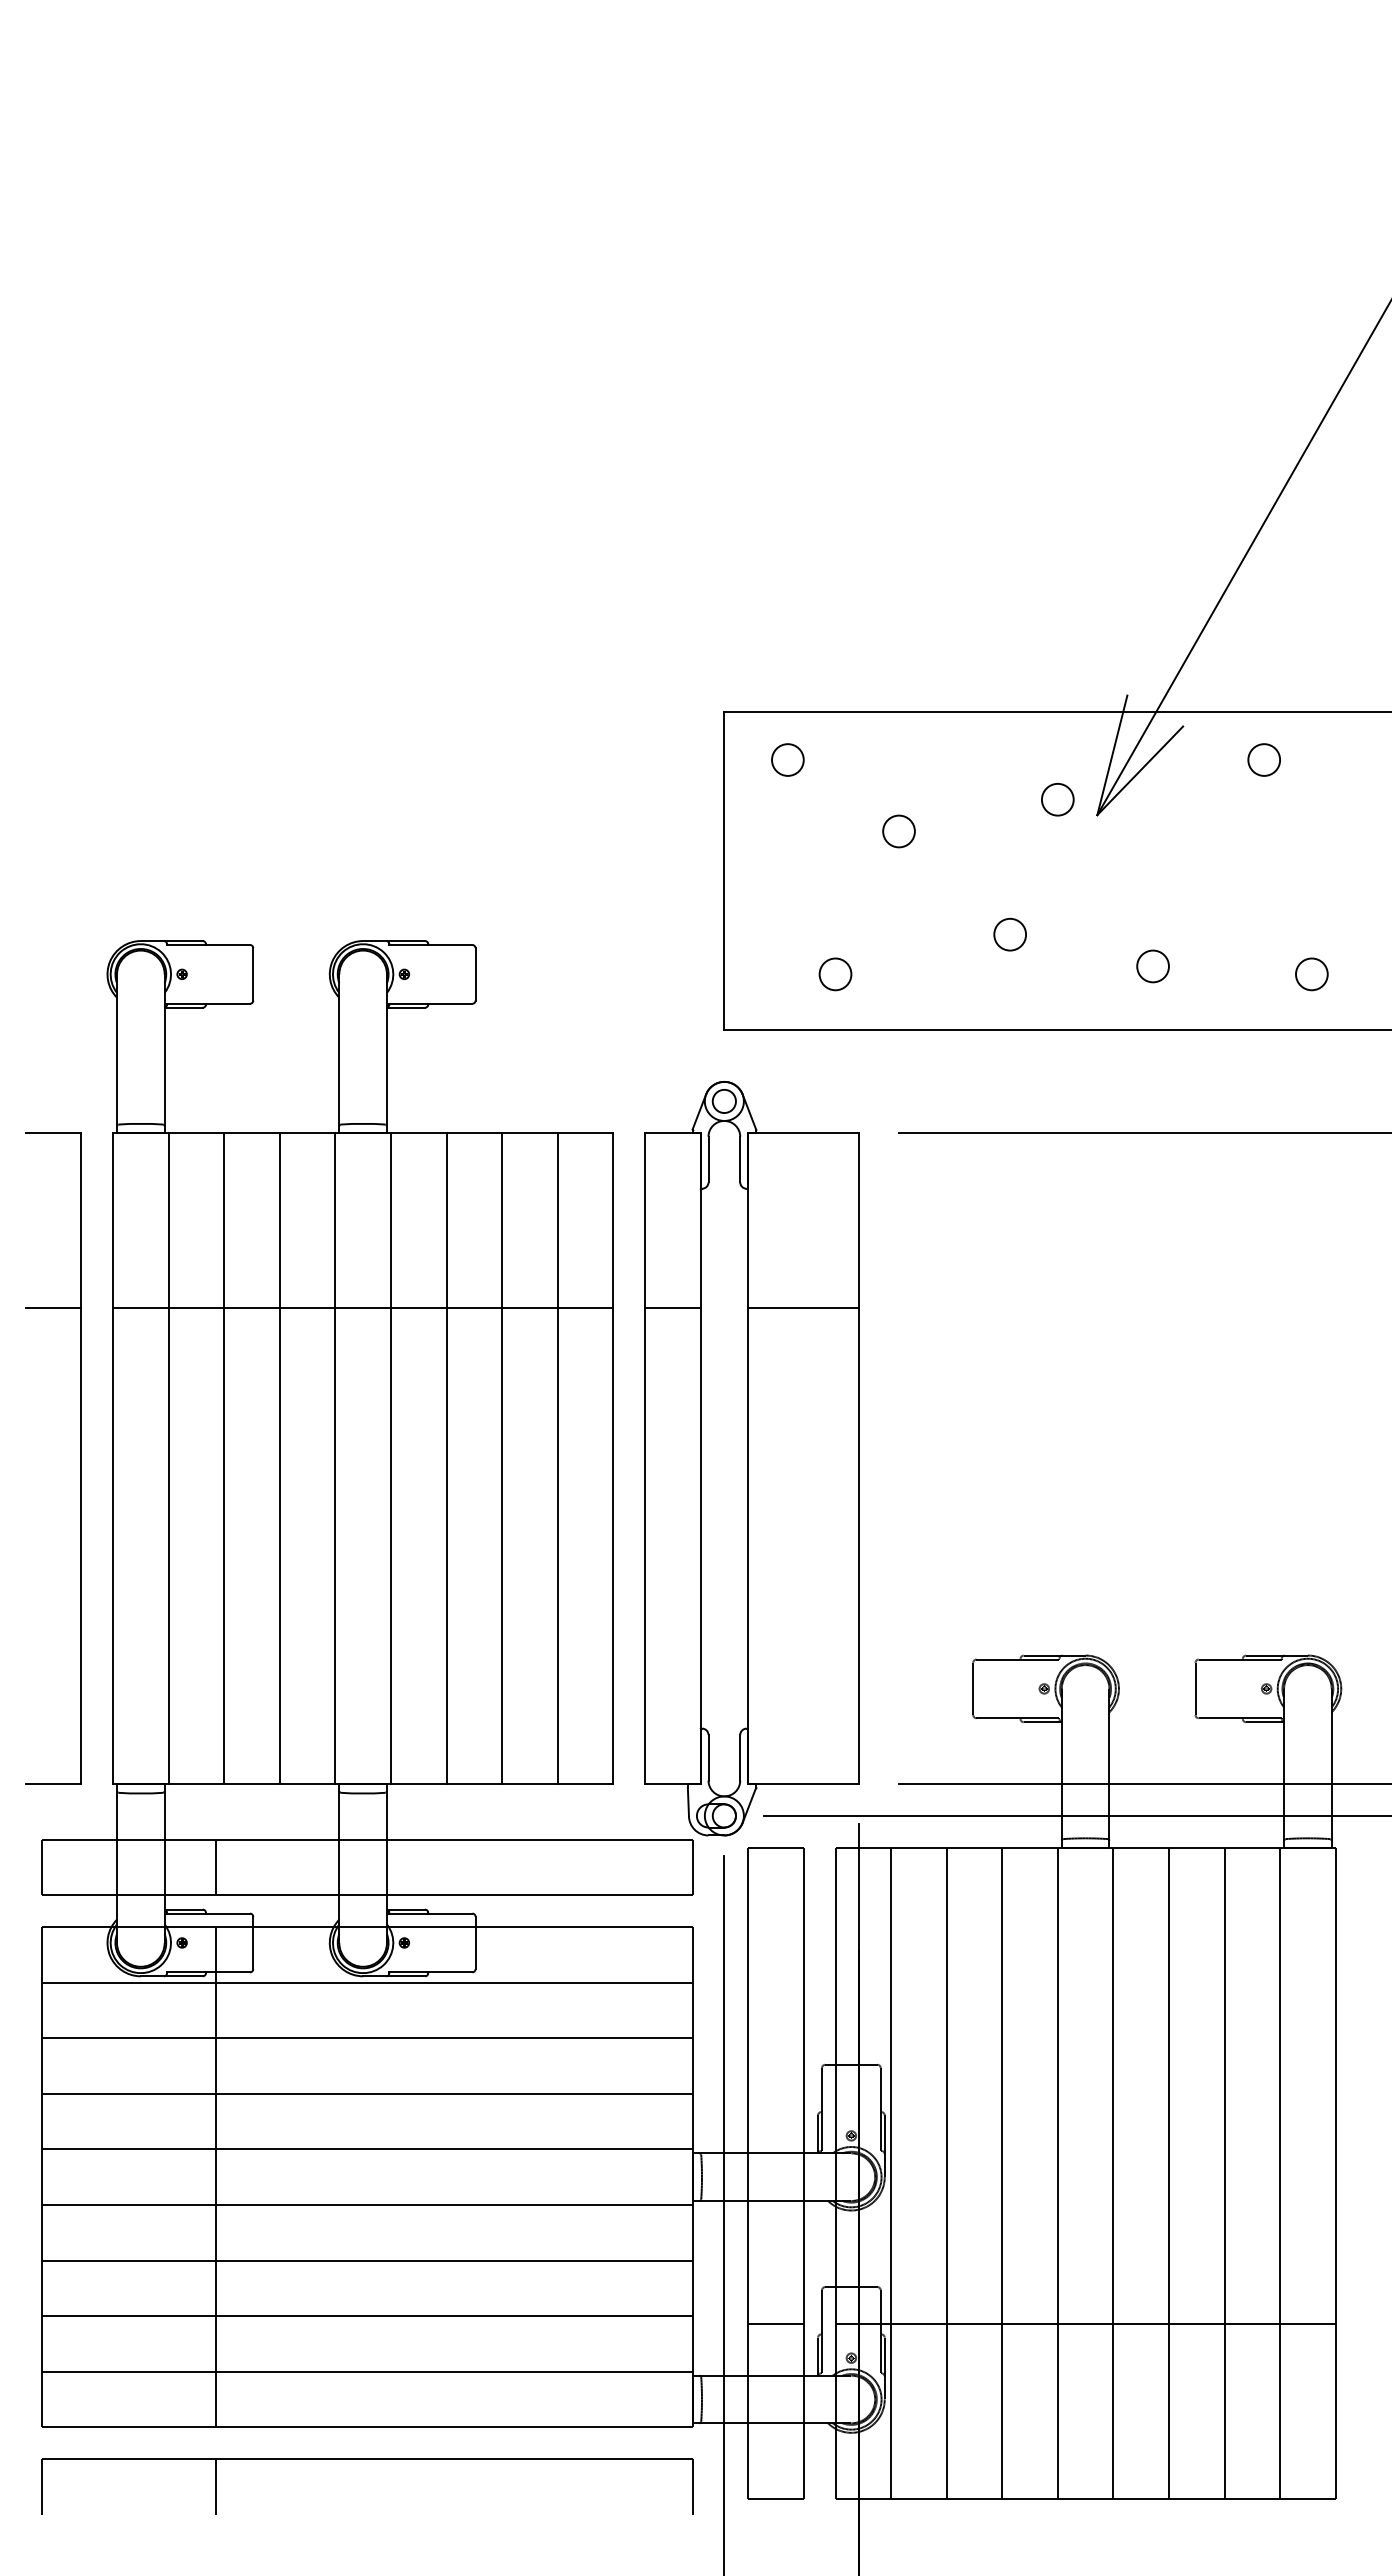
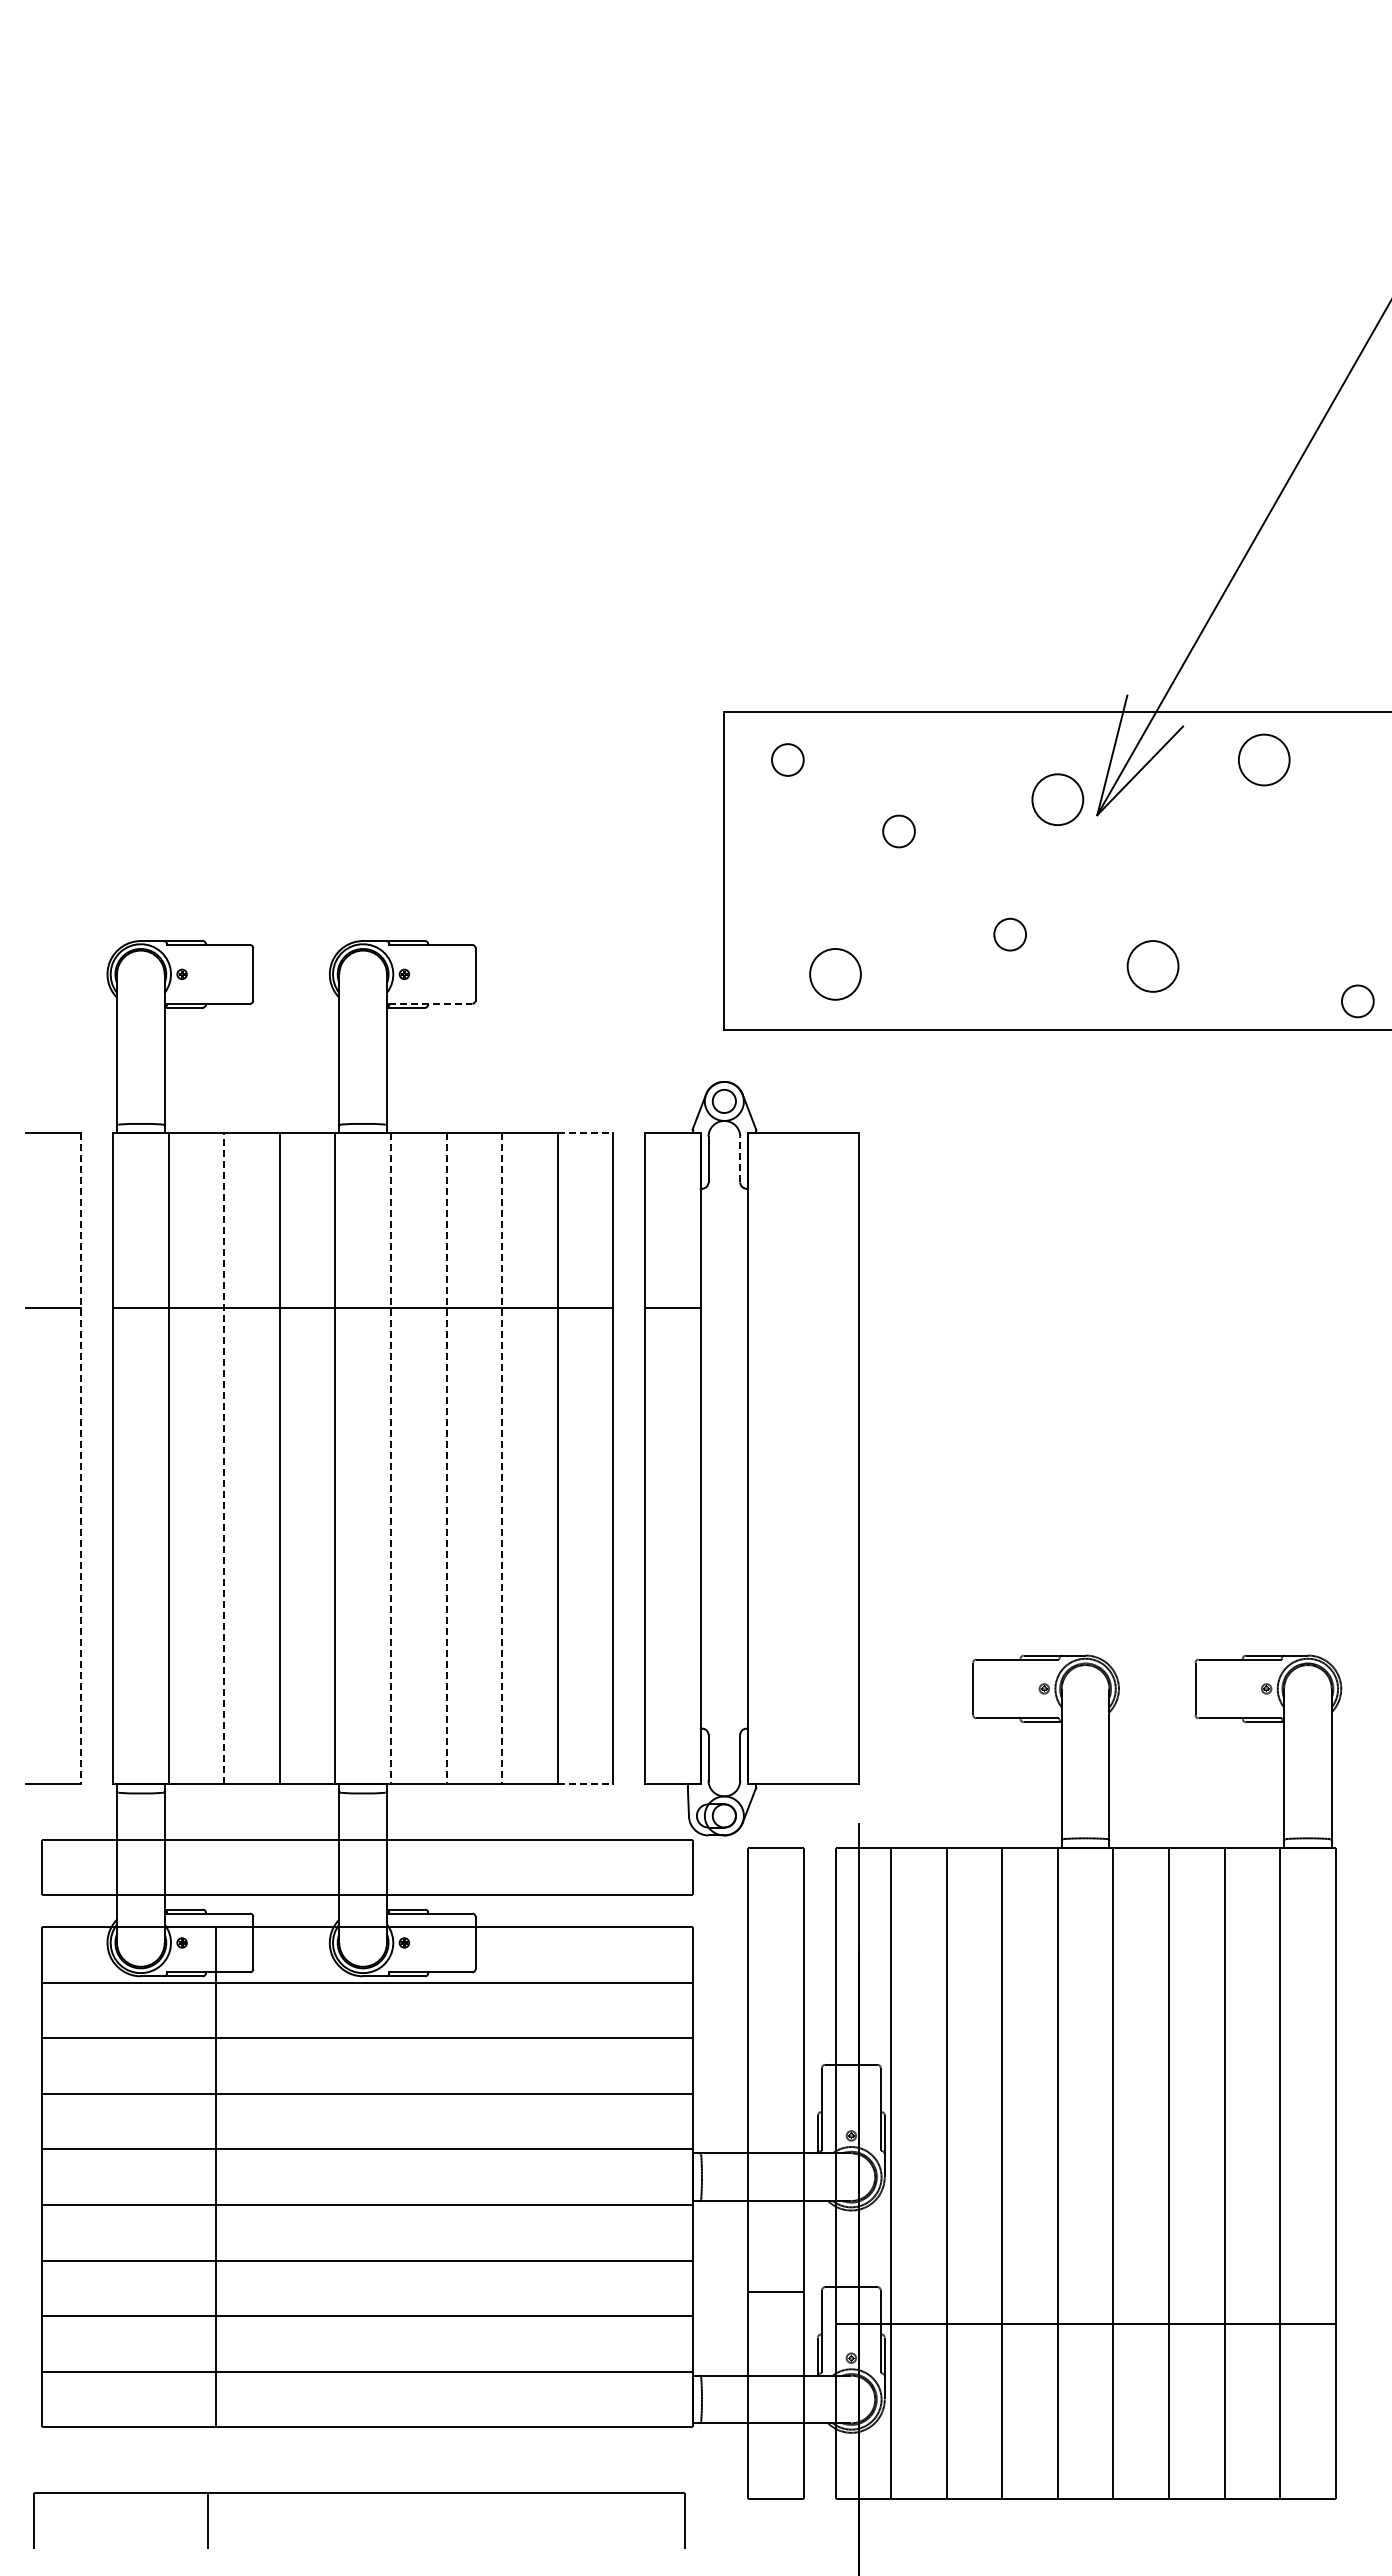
circle at (1264, 759) diameter: 32 px -> 51 px
circle at (1057, 799) diameter: 32 px -> 51 px
circle at (1152, 966) diameter: 32 px -> 51 px
circle at (835, 974) diameter: 32 px -> 51 px
circle at (1311, 974) position: (1311, 974) -> (1357, 1001)
line at (430, 1003): solid -> dashed
line at (585, 1133): solid -> dashed
line at (1143, 1133): present -> none
line at (740, 1159): solid -> dashed
line at (803, 1307): present -> none
line at (81, 1458): solid -> dashed
line at (224, 1458): solid -> dashed
line at (390, 1458): solid -> dashed
line at (446, 1458): solid -> dashed
line at (502, 1458): solid -> dashed
line at (585, 1784): solid -> dashed
line at (1143, 1784): present -> none
line at (1076, 1815): present -> none
line at (216, 1867): present -> none
line at (724, 2213): present -> none
line at (775, 2324) position: (775, 2324) -> (775, 2292)
part at (367, 2459) position: (367, 2459) -> (359, 2493)
